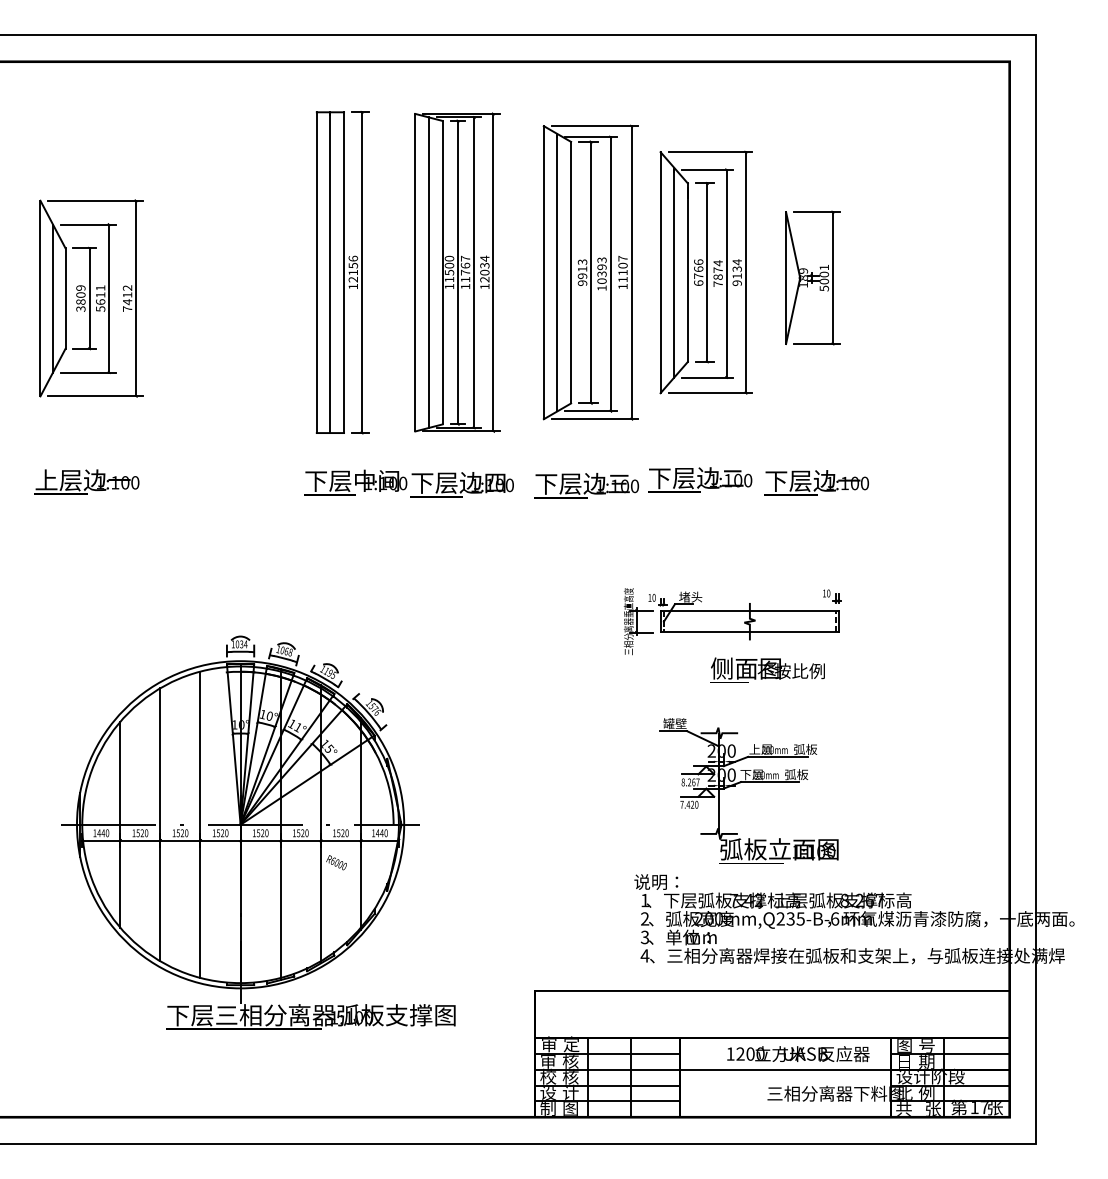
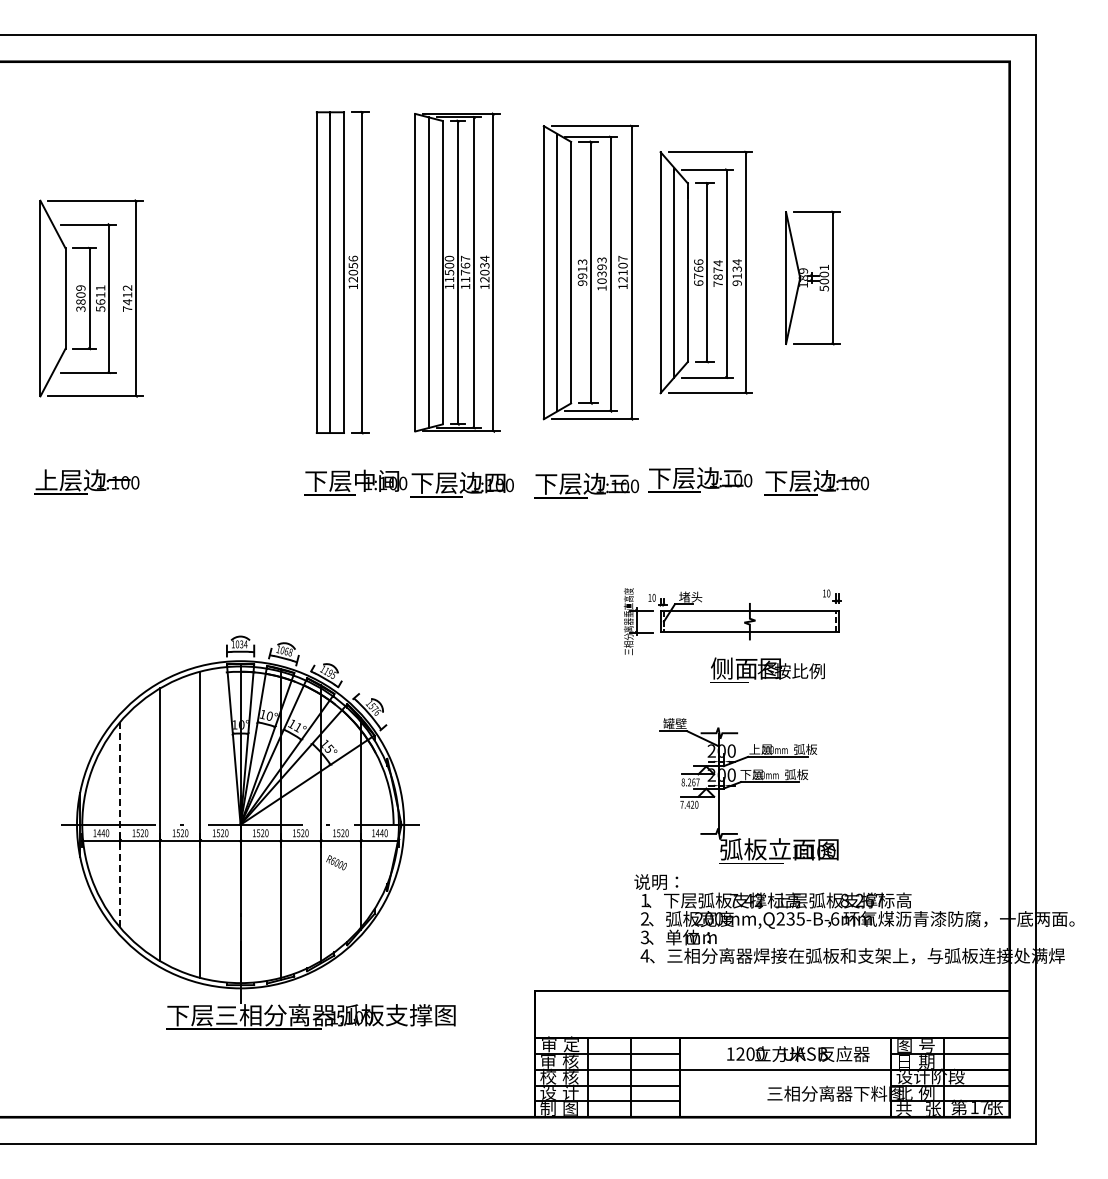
text at (353, 272): 12156 -> 12056
text at (622, 279): 11107 -> 12107
line at (53, 298): present -> none
line at (120, 824): solid -> dashed
